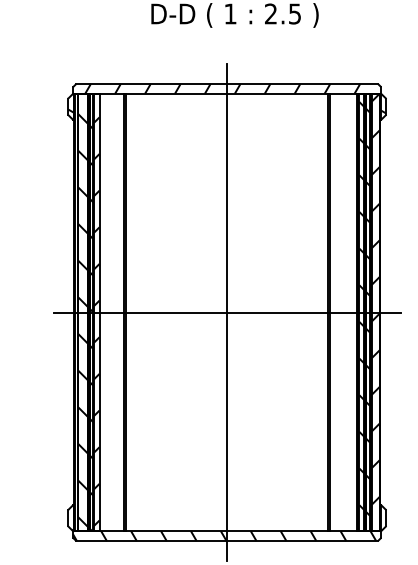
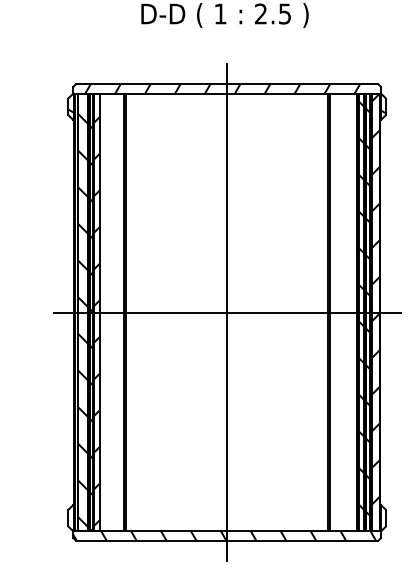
text at (234, 15) position: (234, 15) -> (224, 15)
